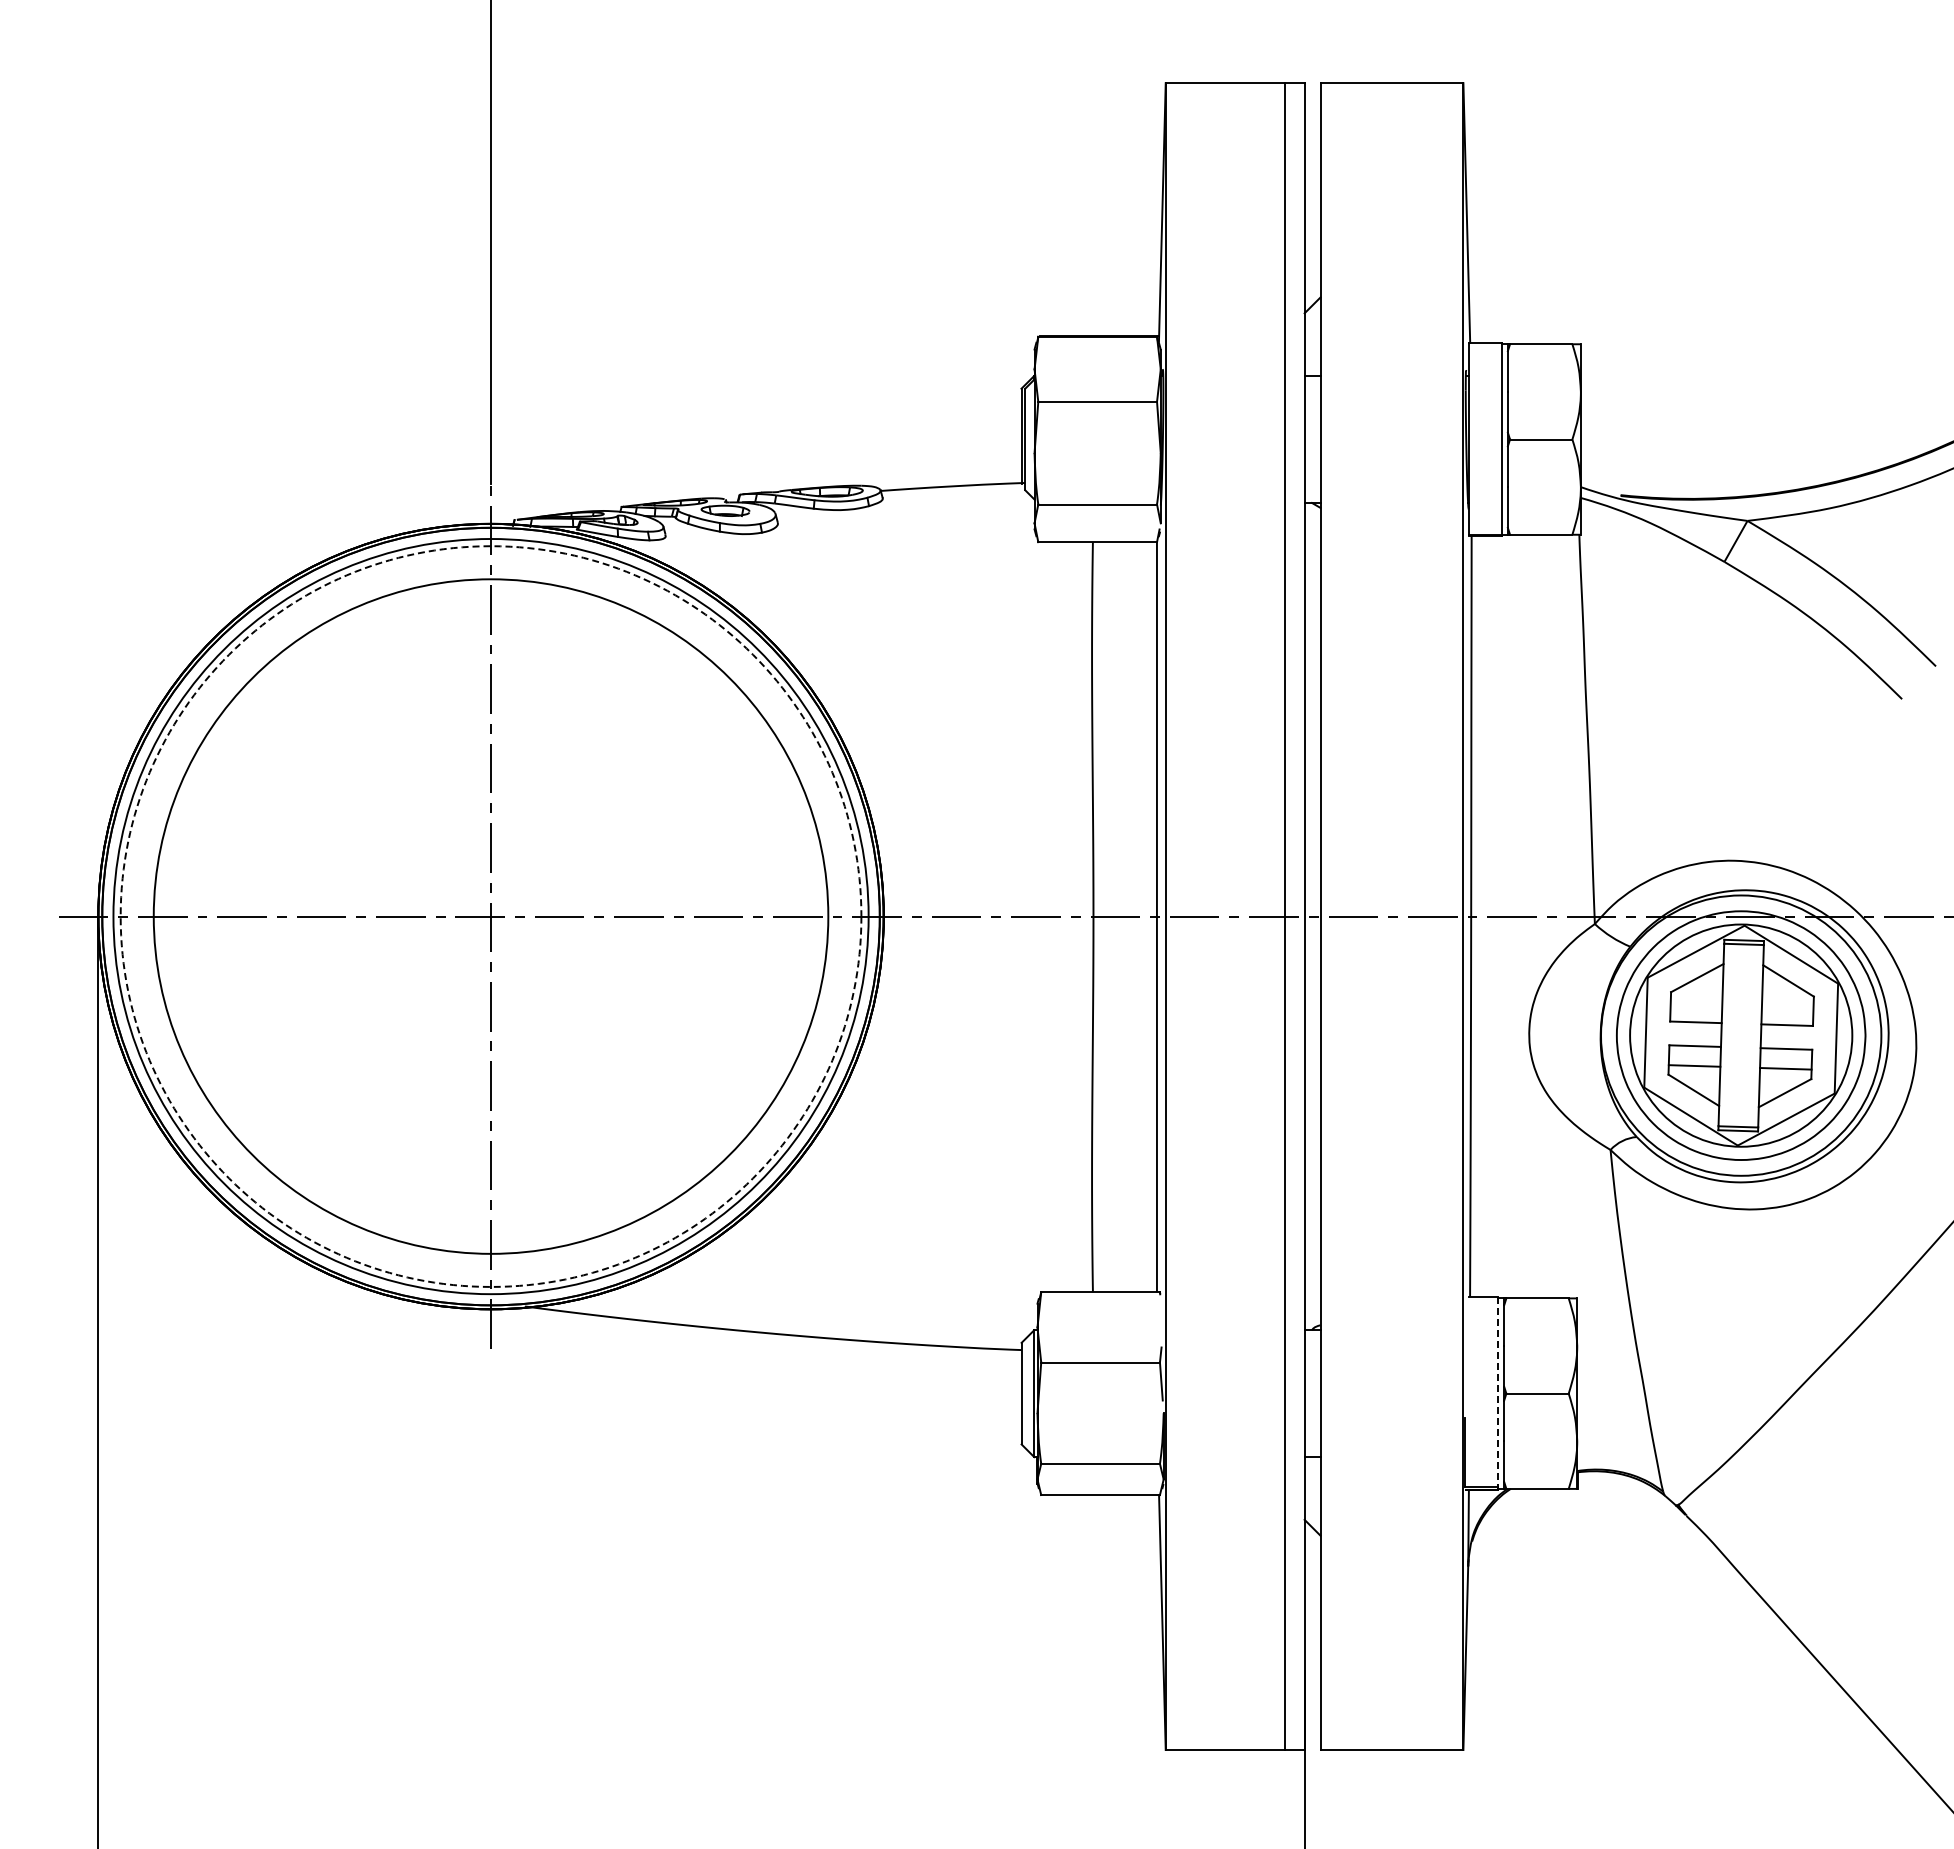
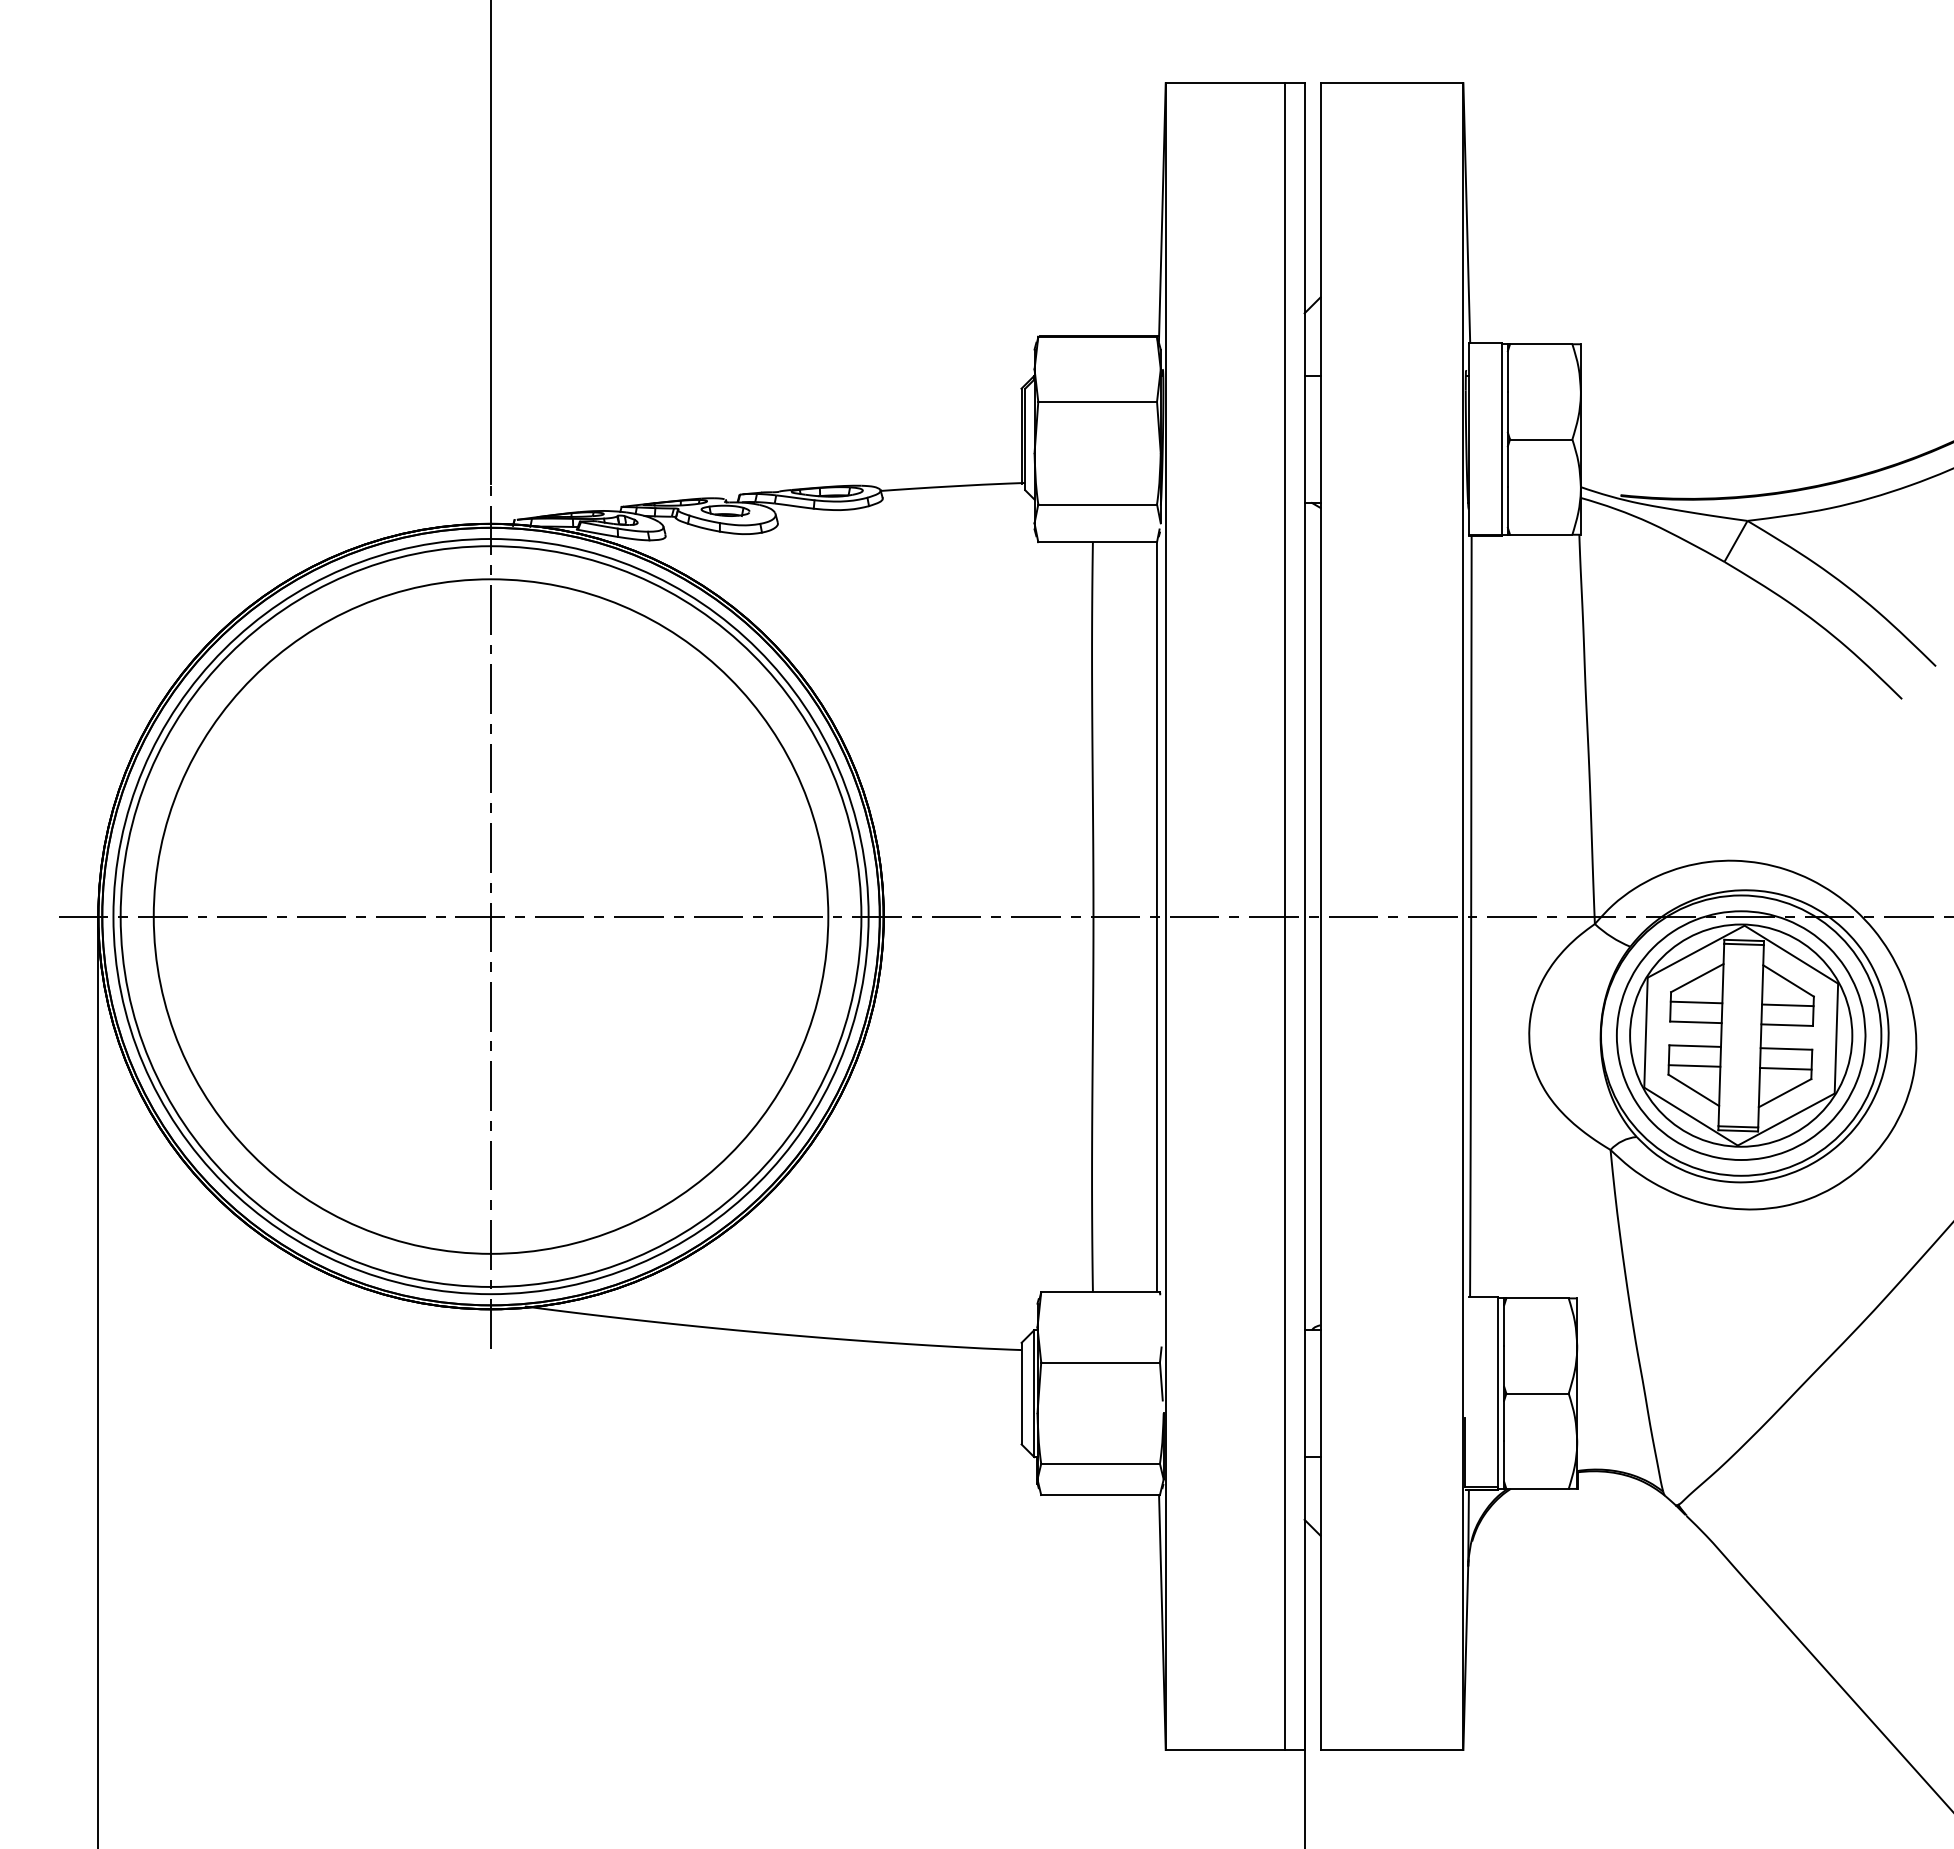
circle at (490, 916): dashed -> solid
line at (1696, 1002): none -> present
line at (1787, 1005): none -> present
line at (1497, 1392): dashed -> solid
